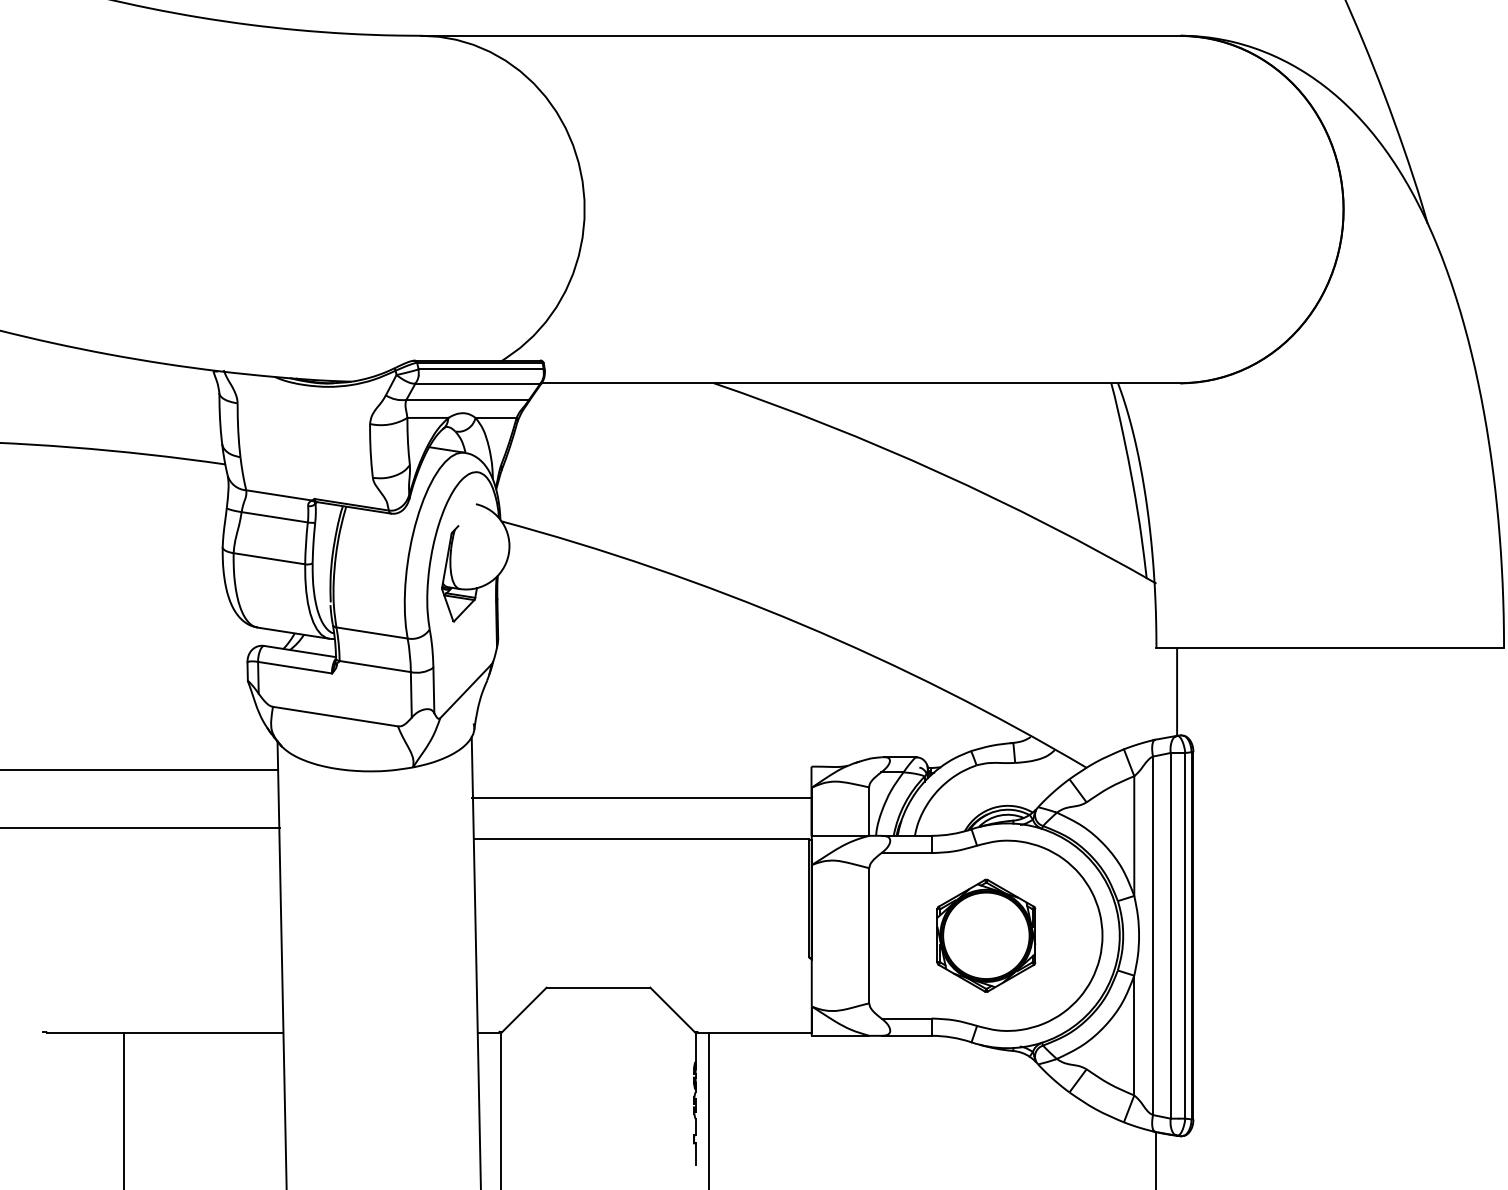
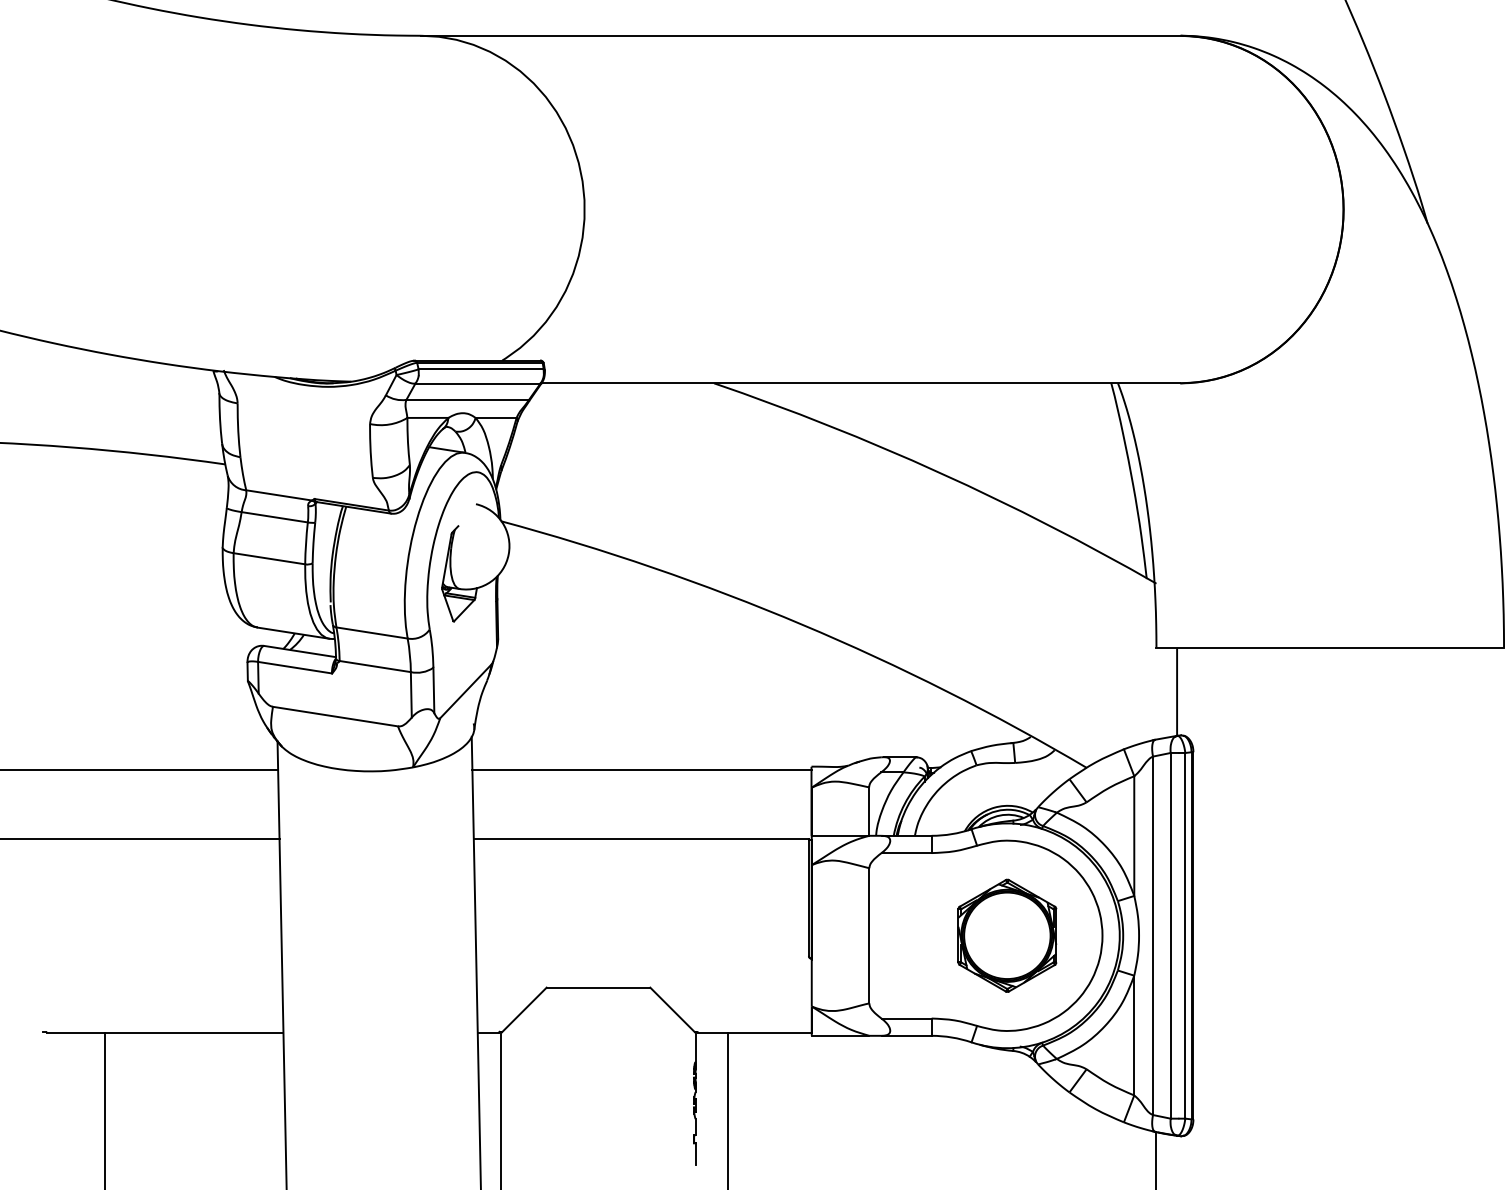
line at (641, 797) position: (641, 797) -> (641, 769)
line at (140, 827) position: (140, 827) -> (140, 838)
part at (986, 935) position: (986, 935) -> (1007, 935)
line at (123, 1109) position: (123, 1109) -> (104, 1109)
line at (709, 1109) position: (709, 1109) -> (728, 1109)
